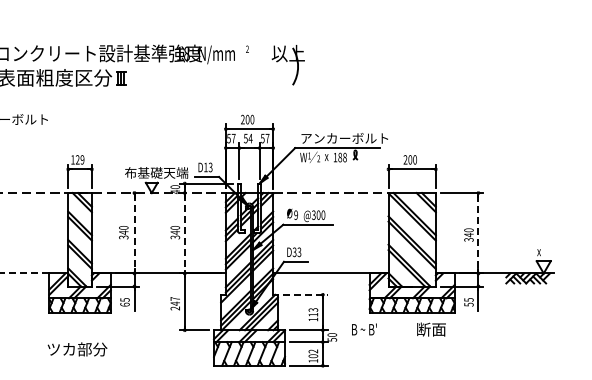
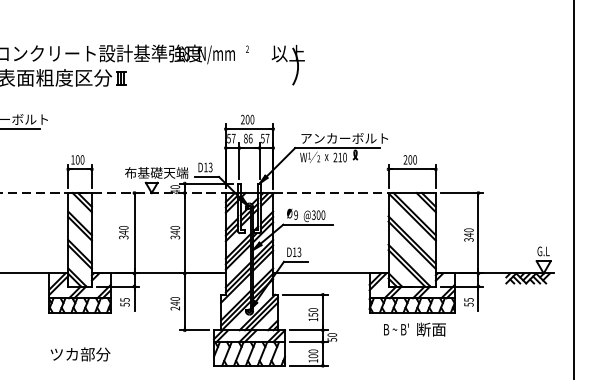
line at (20, 129): none -> present
text at (248, 138): 54 -> 86
text at (339, 157): 188 -> 210
text at (79, 159): 129 -> 100
line at (574, 189): none -> present
line at (134, 233): dashed -> solid
line at (184, 233): dashed -> solid
line at (478, 233): dashed -> solid
text at (543, 251): x -> G.L
text at (294, 252): D33 -> D13
line at (24, 273): dashed -> solid
line at (305, 294): dashed -> solid
text at (175, 298): 247 -> 240
text at (124, 304): 65 -> 55
text at (313, 312): 113 -> 150
text at (364, 329) position: (364, 329) -> (396, 329)
text at (77, 349) position: (77, 349) -> (80, 354)
text at (313, 351): 102 -> 100
